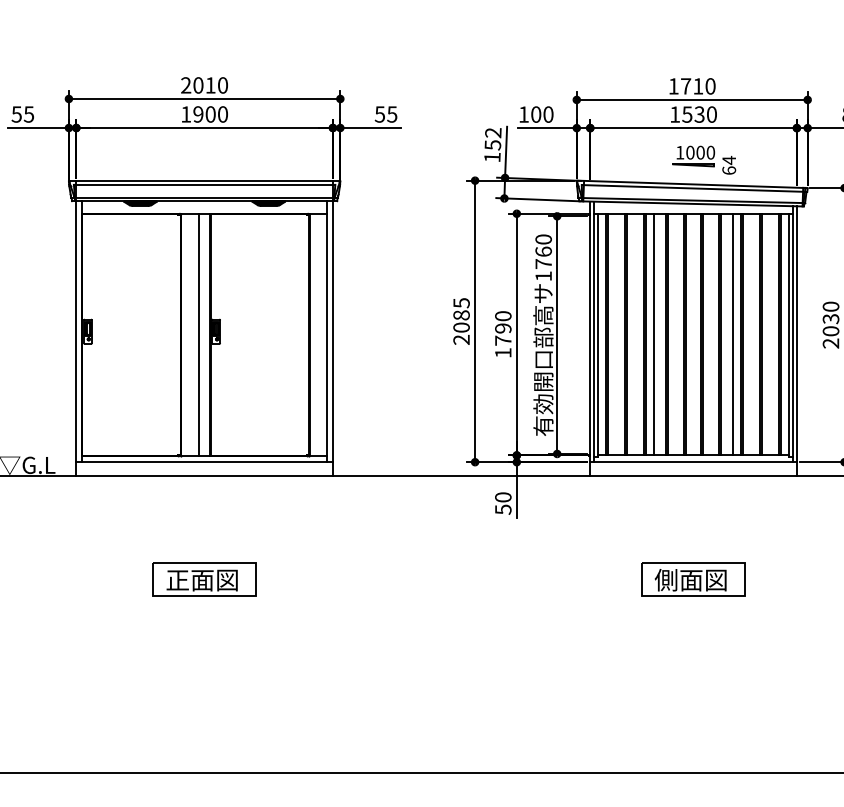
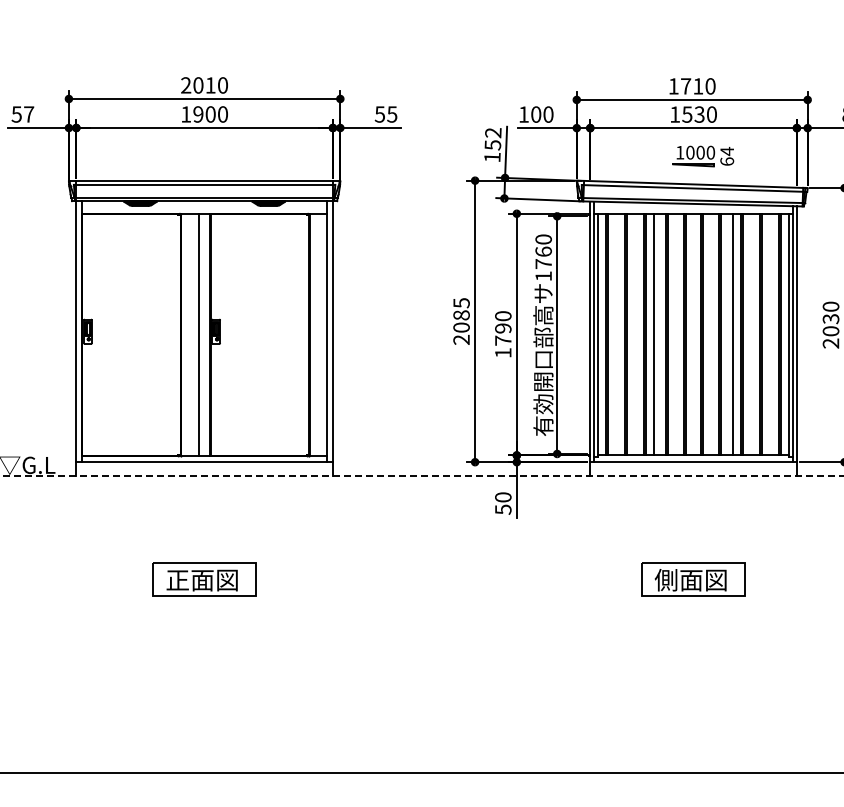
text at (28, 114): 55 -> 57
text at (729, 165) position: (729, 165) -> (727, 156)
line at (422, 475): solid -> dashed
